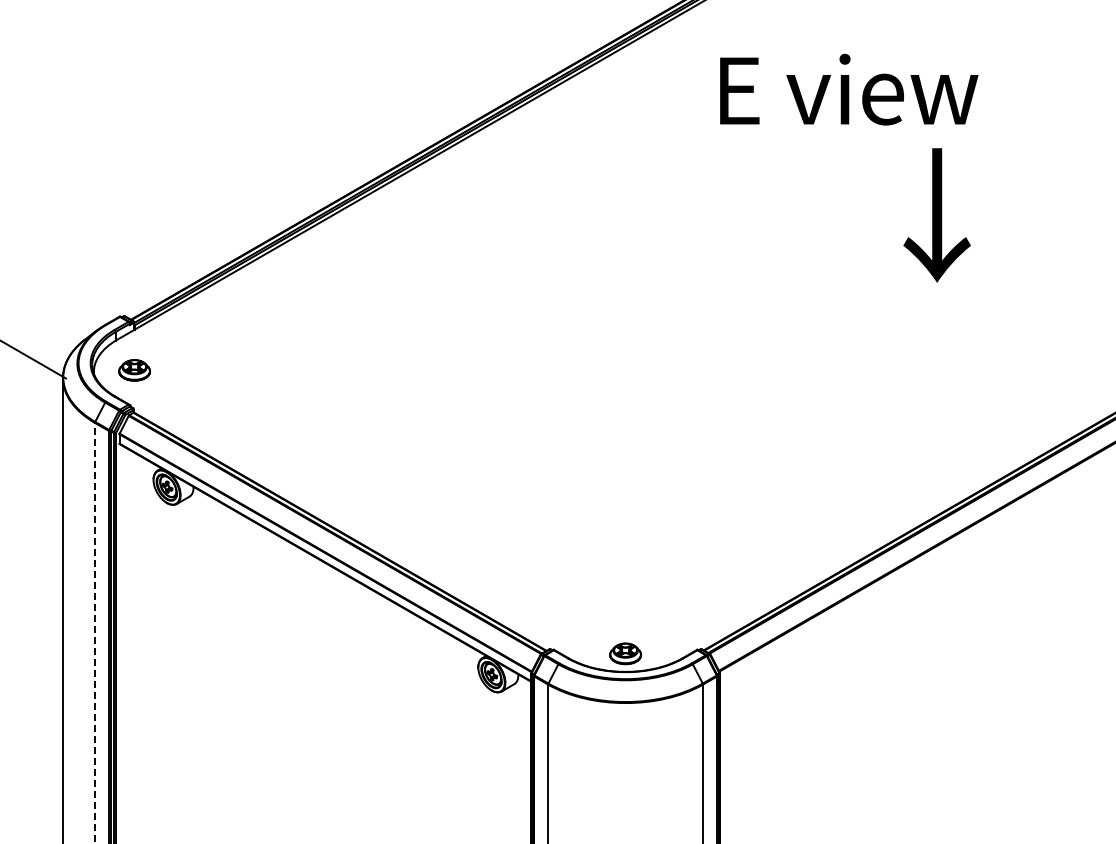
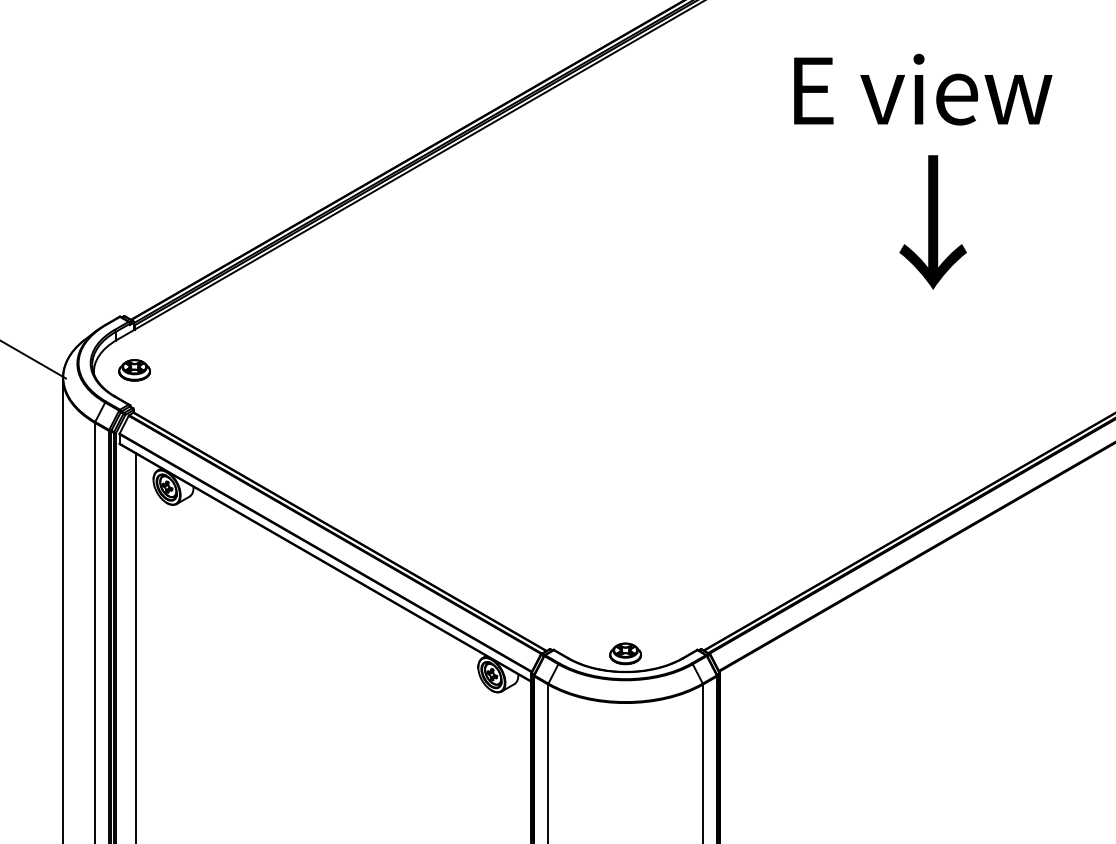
text at (849, 89) position: (849, 89) -> (923, 89)
text at (936, 215) position: (936, 215) -> (932, 222)
line at (94, 632): dashed -> solid
line at (135, 646): none -> present
